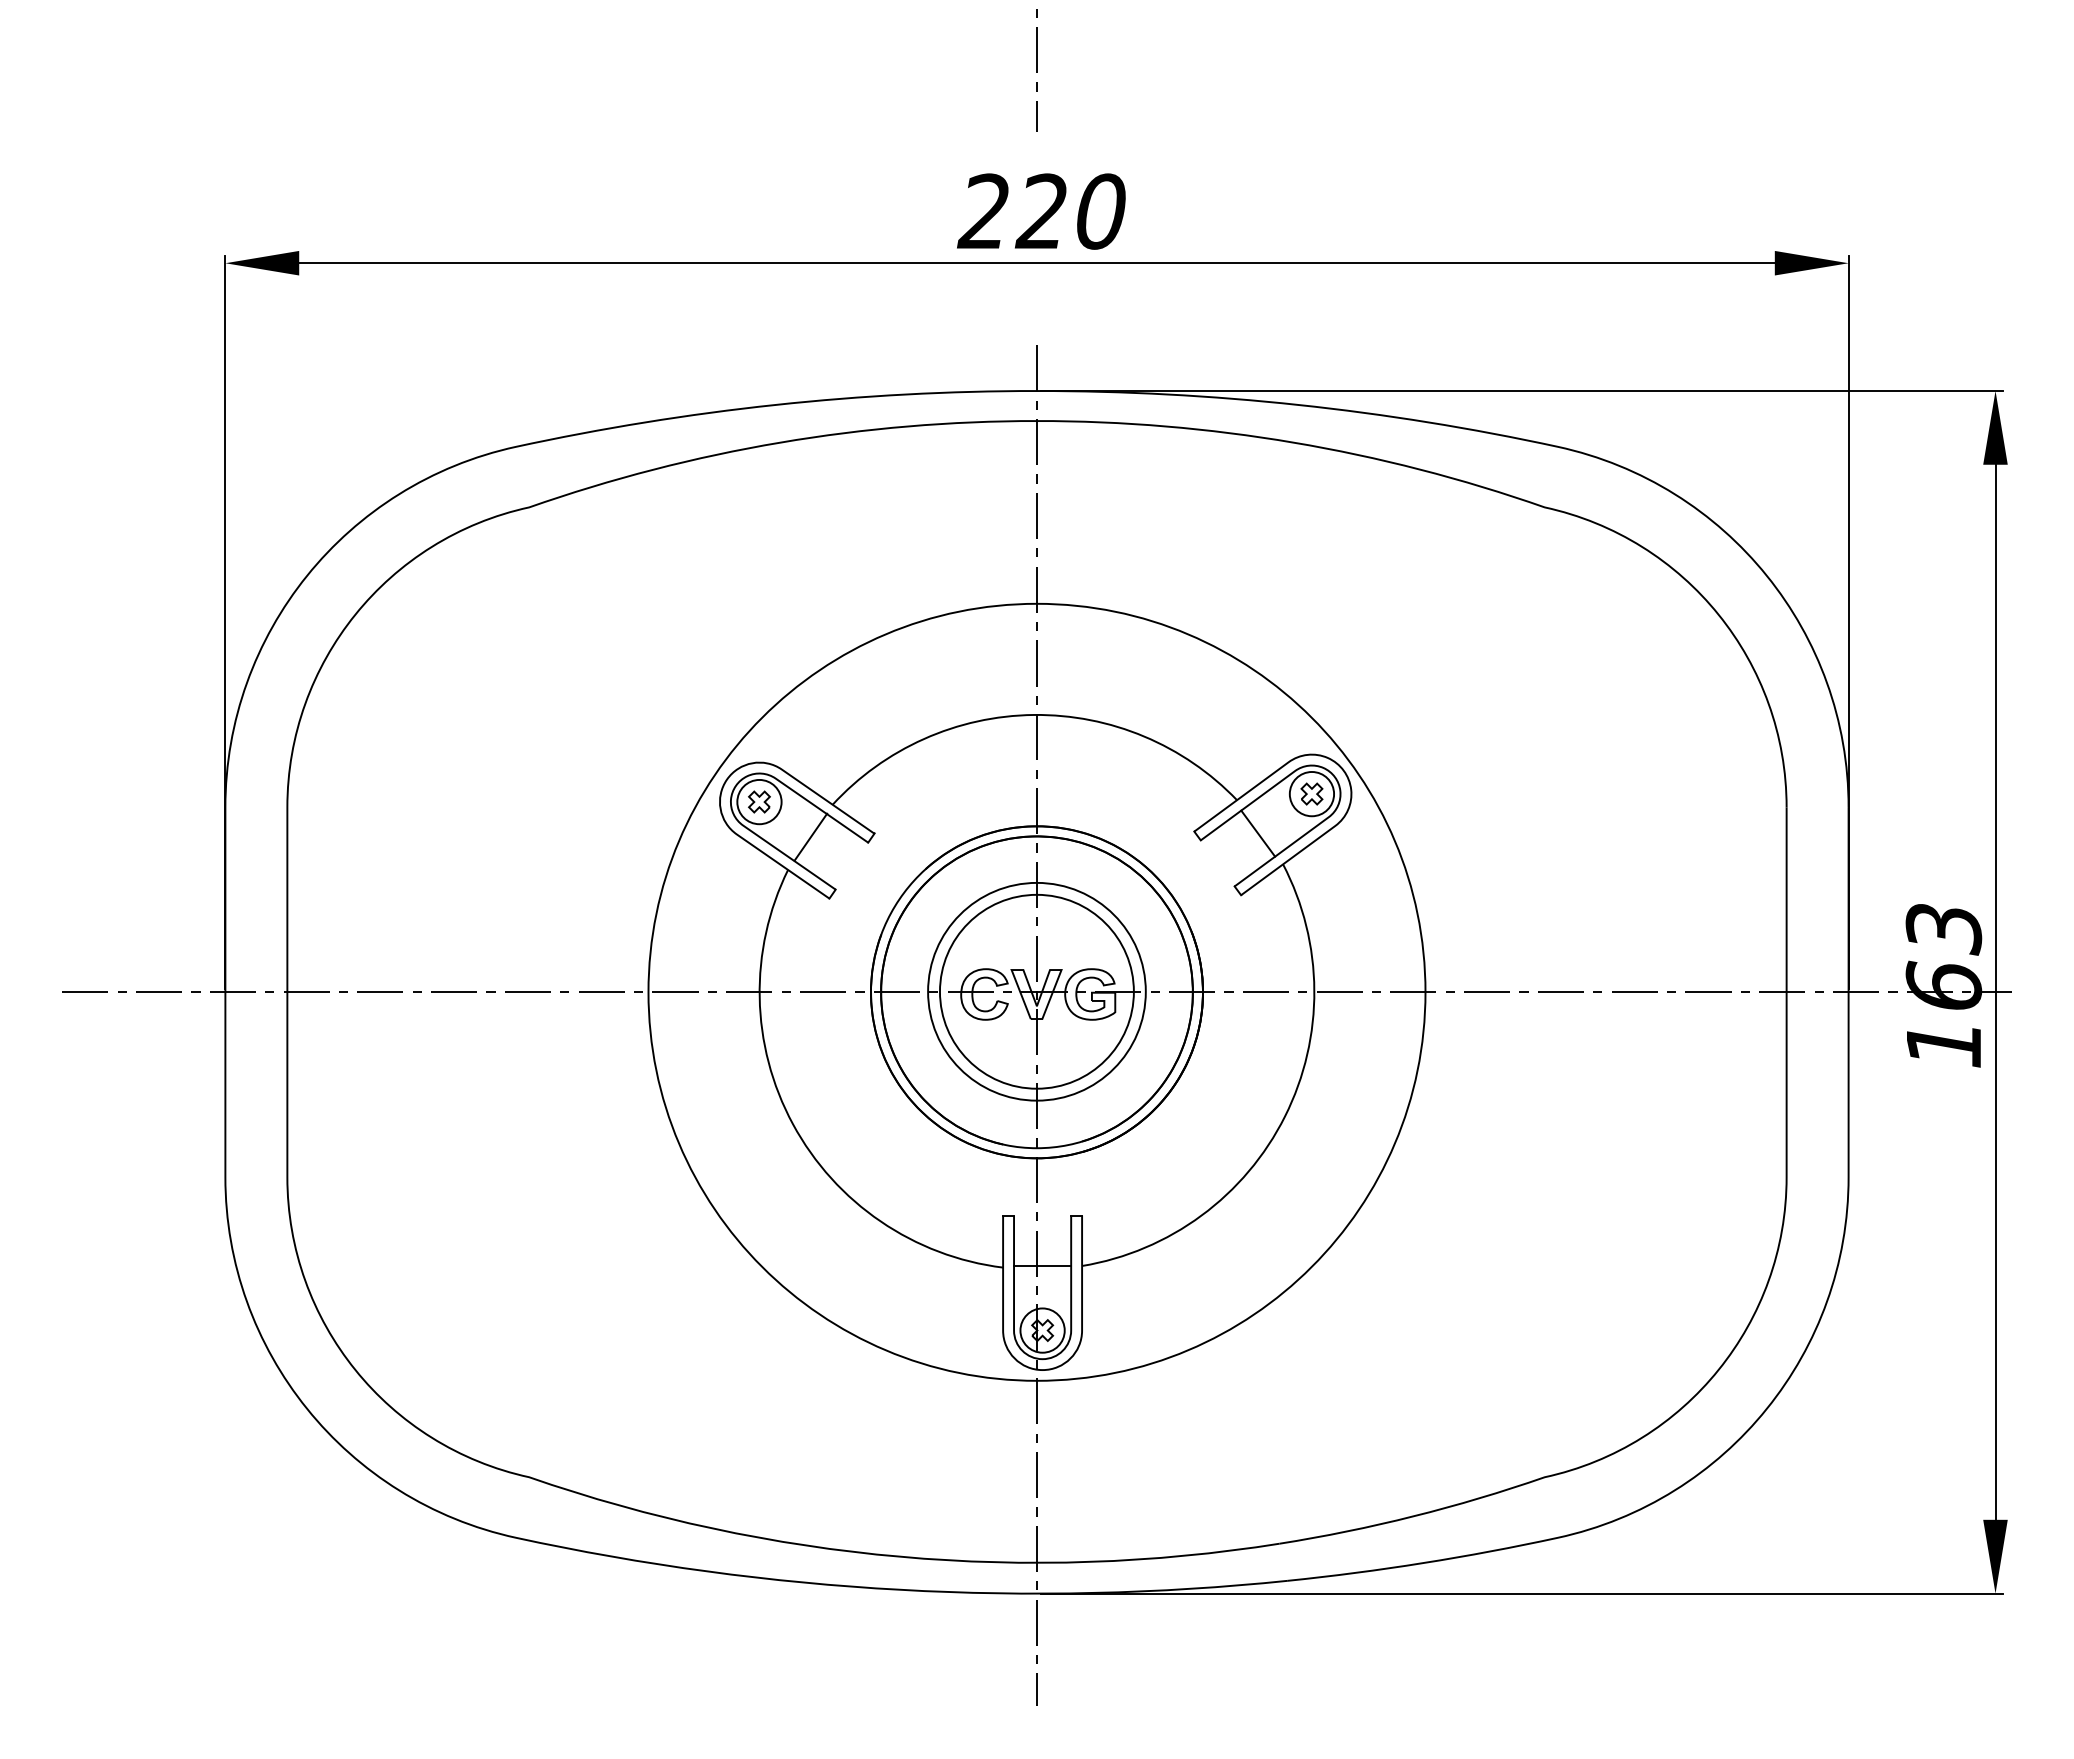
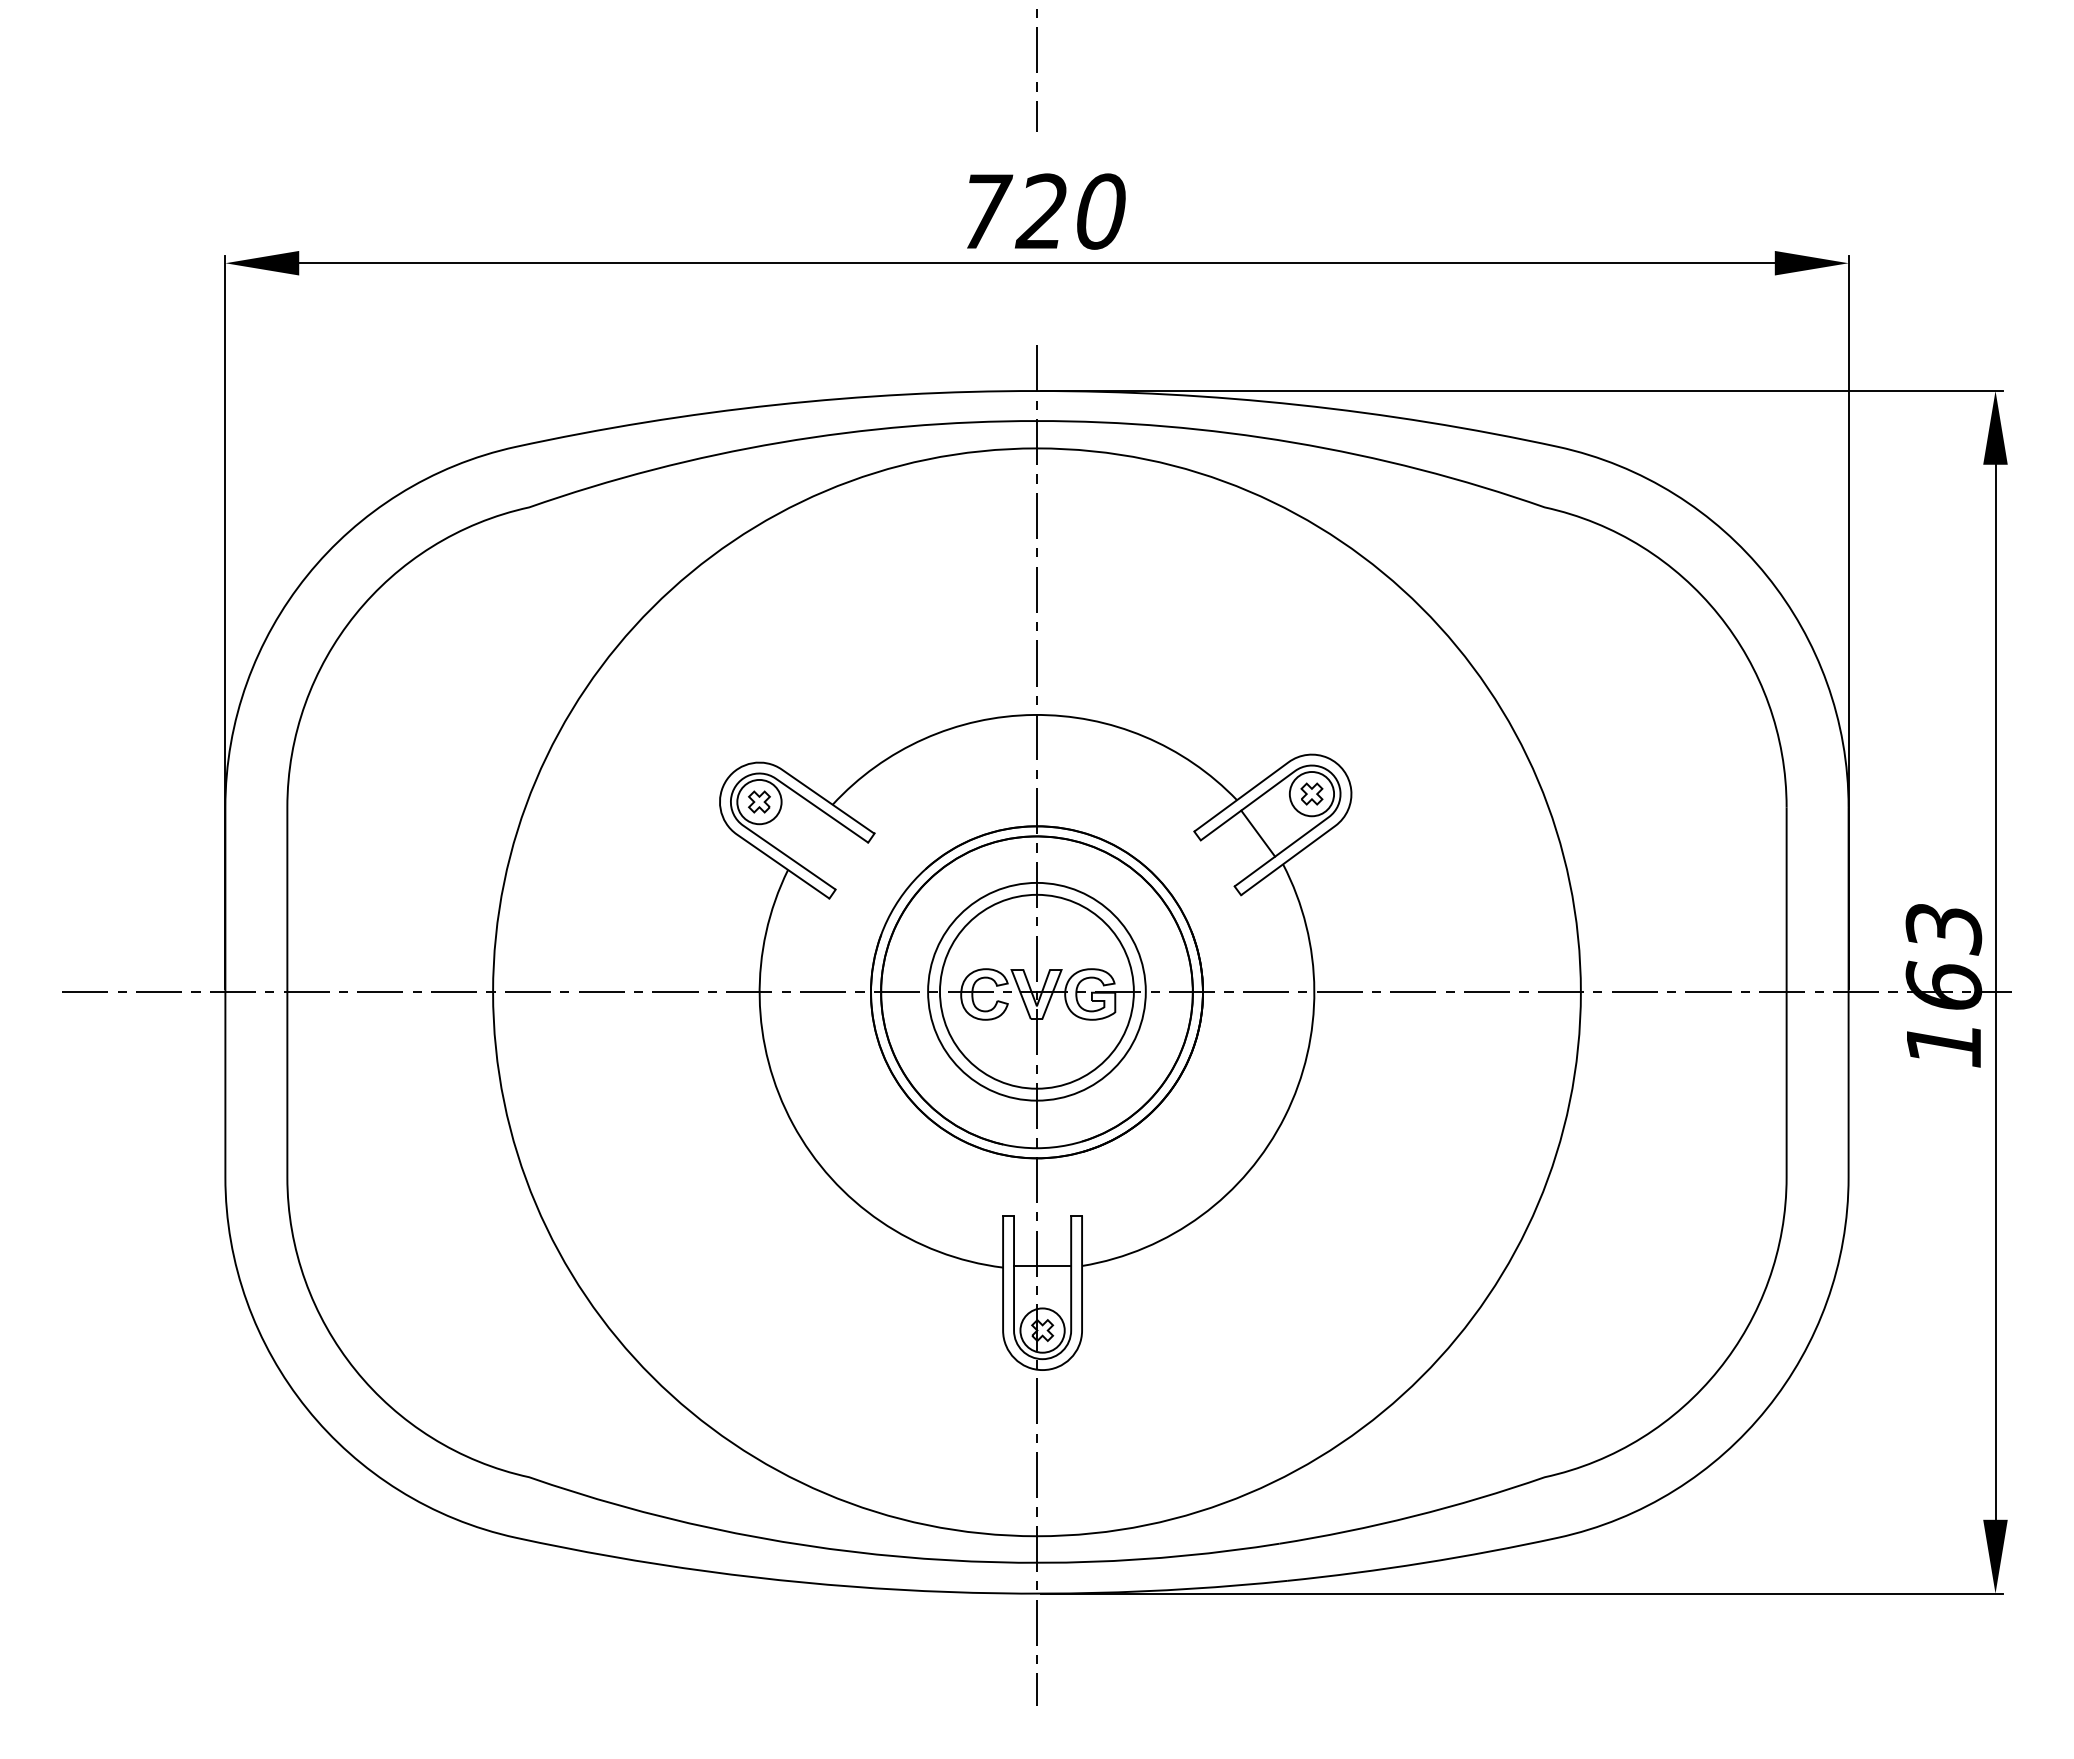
text at (985, 210): 220 -> 720
line at (810, 836): present -> none
circle at (1036, 991) diameter: 777 px -> 1088 px
